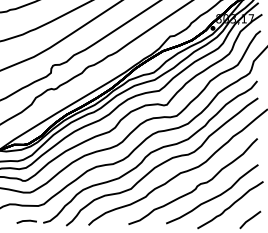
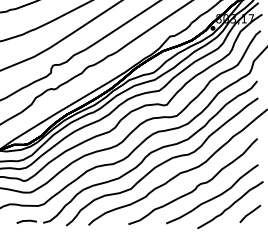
line at (250, 219) position: (250, 219) -> (250, 213)
